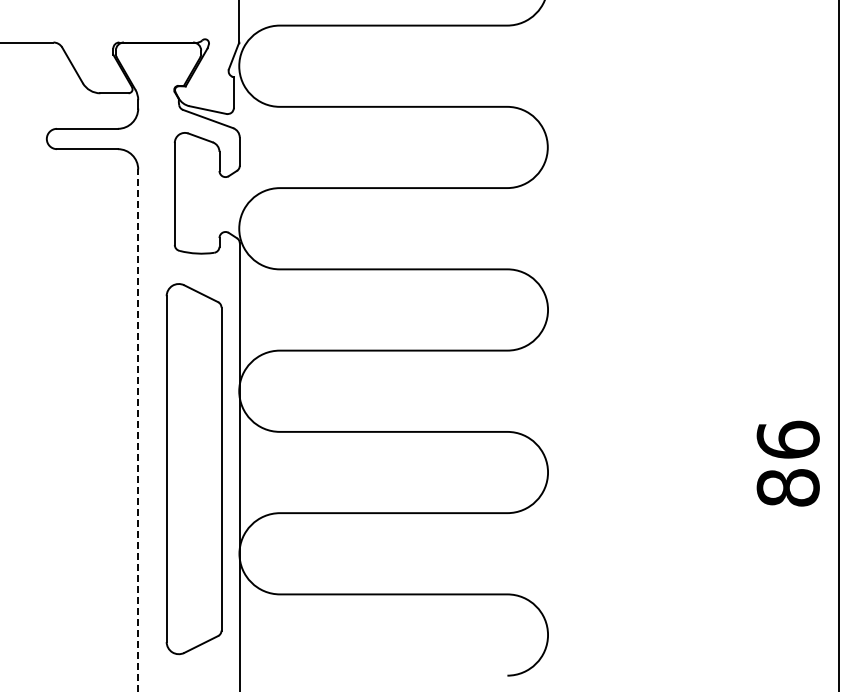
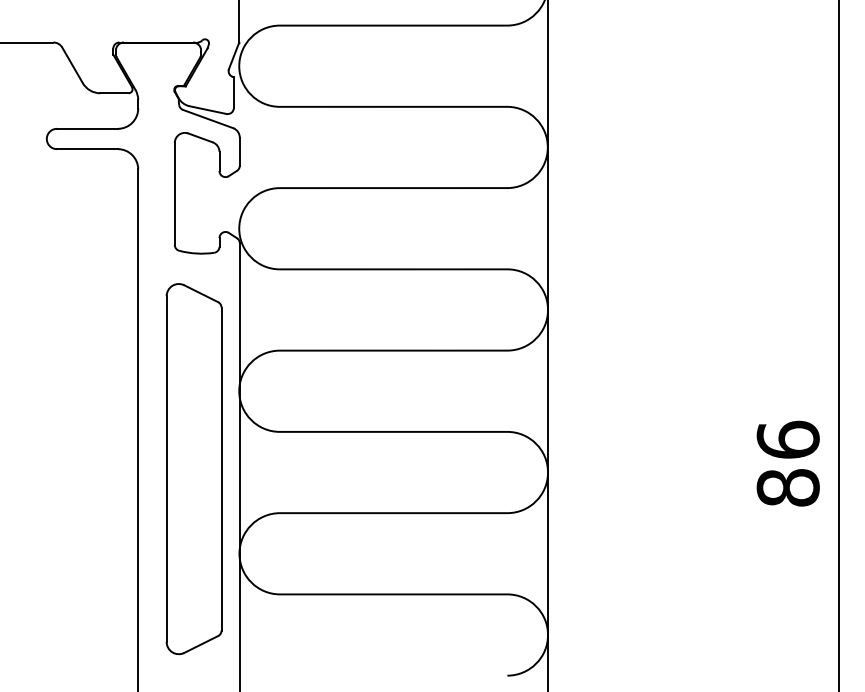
line at (548, 345): none -> present
line at (138, 430): dashed -> solid
